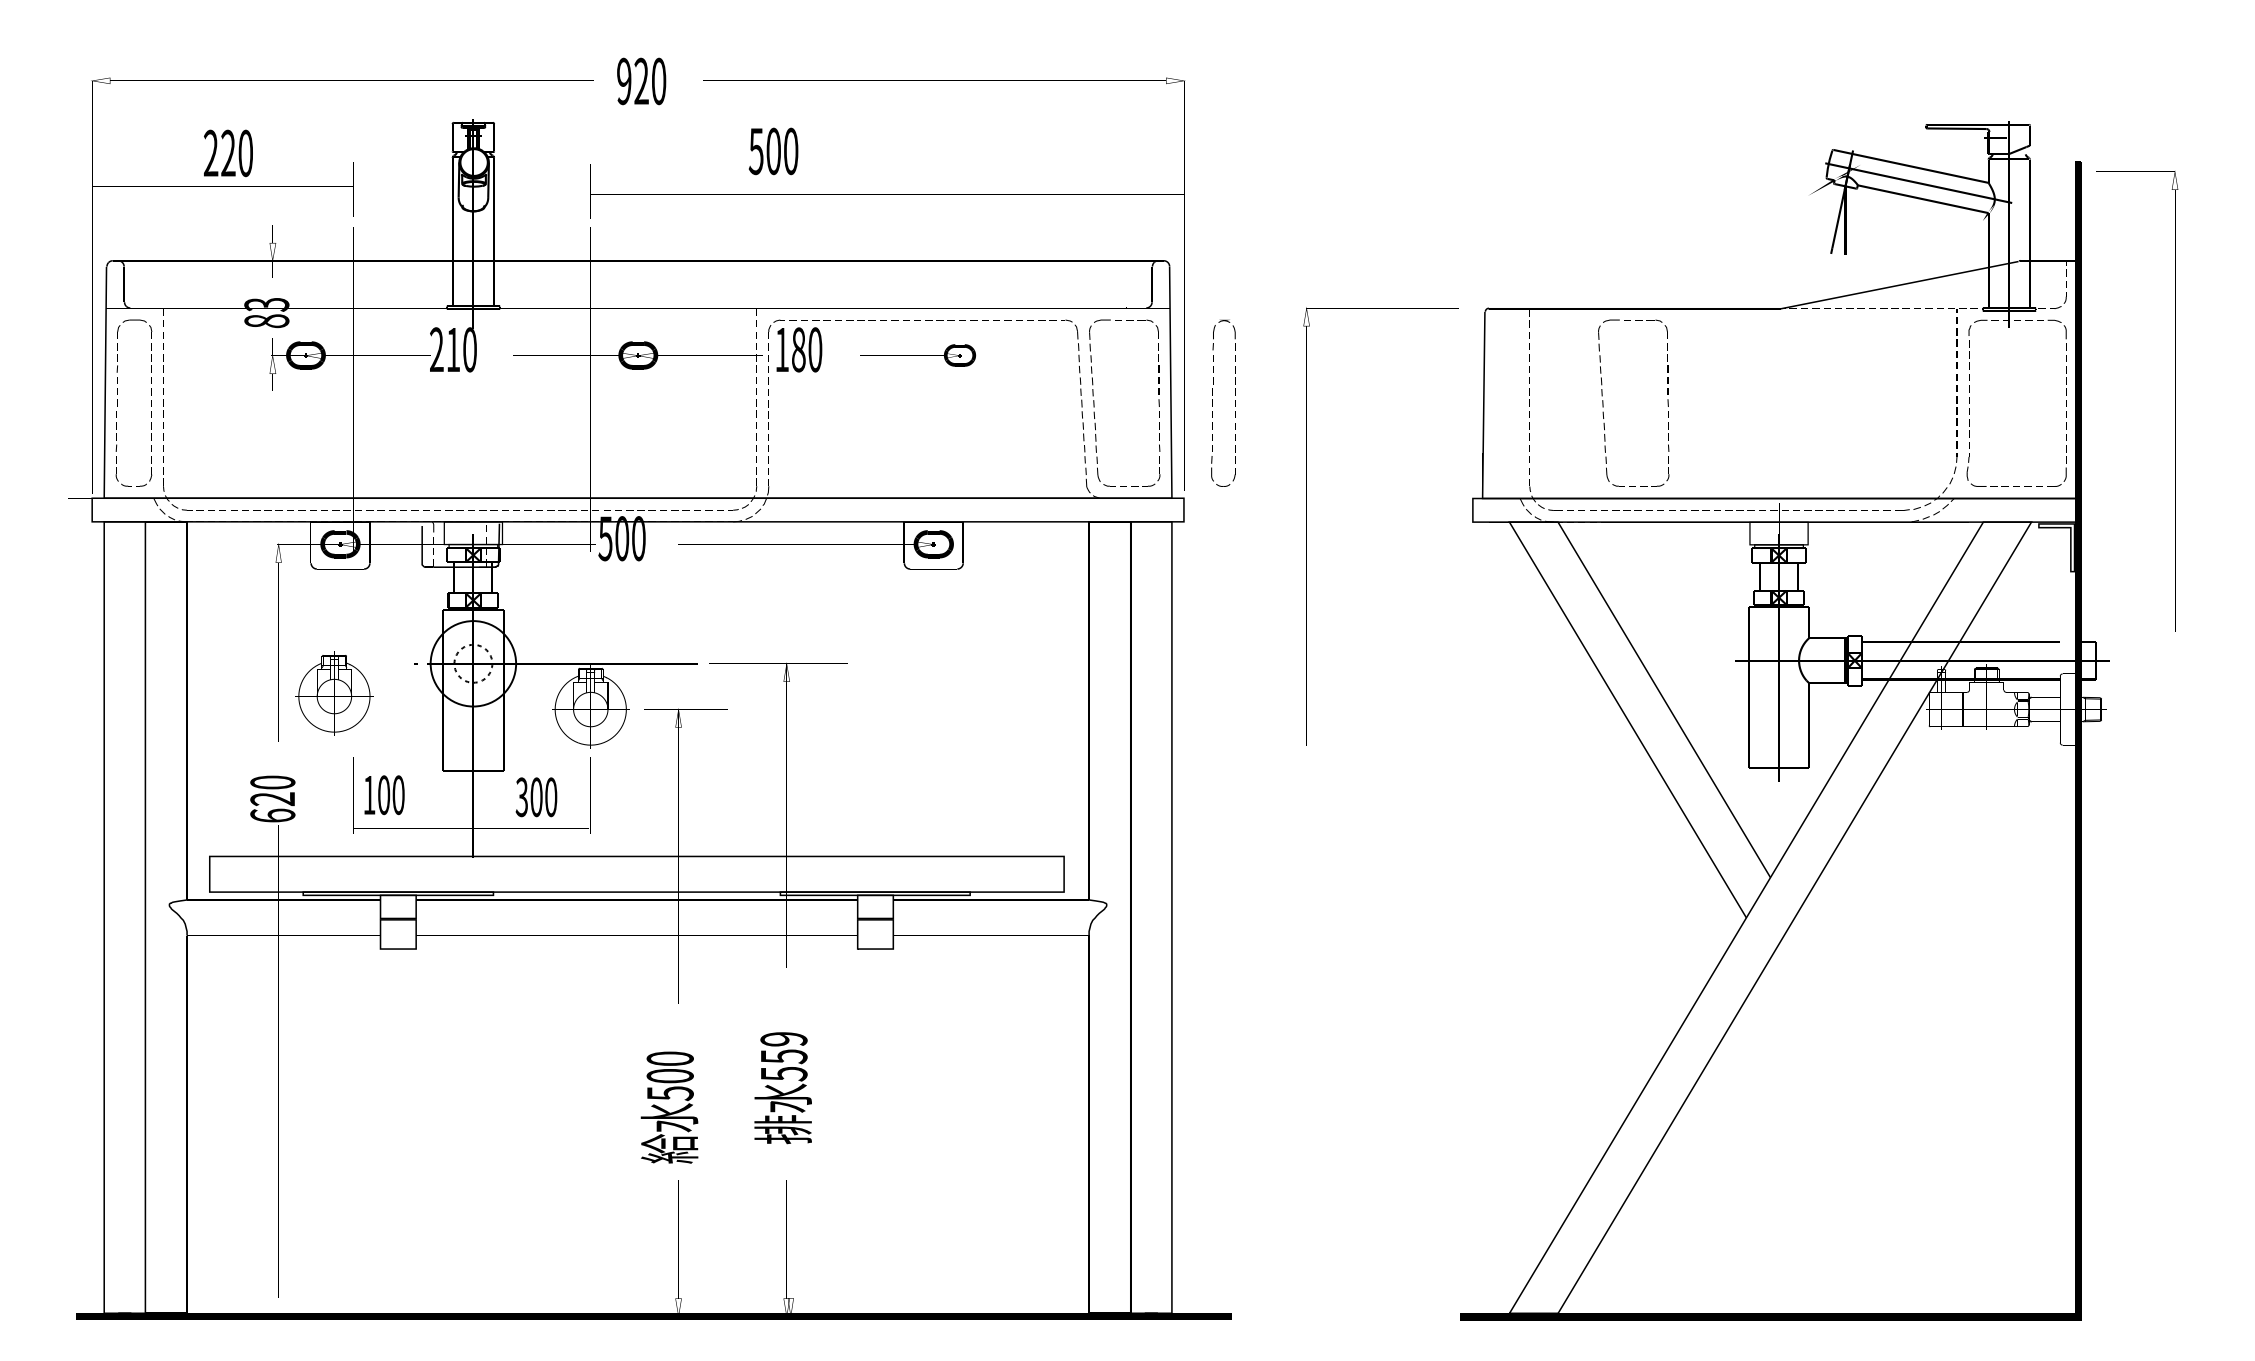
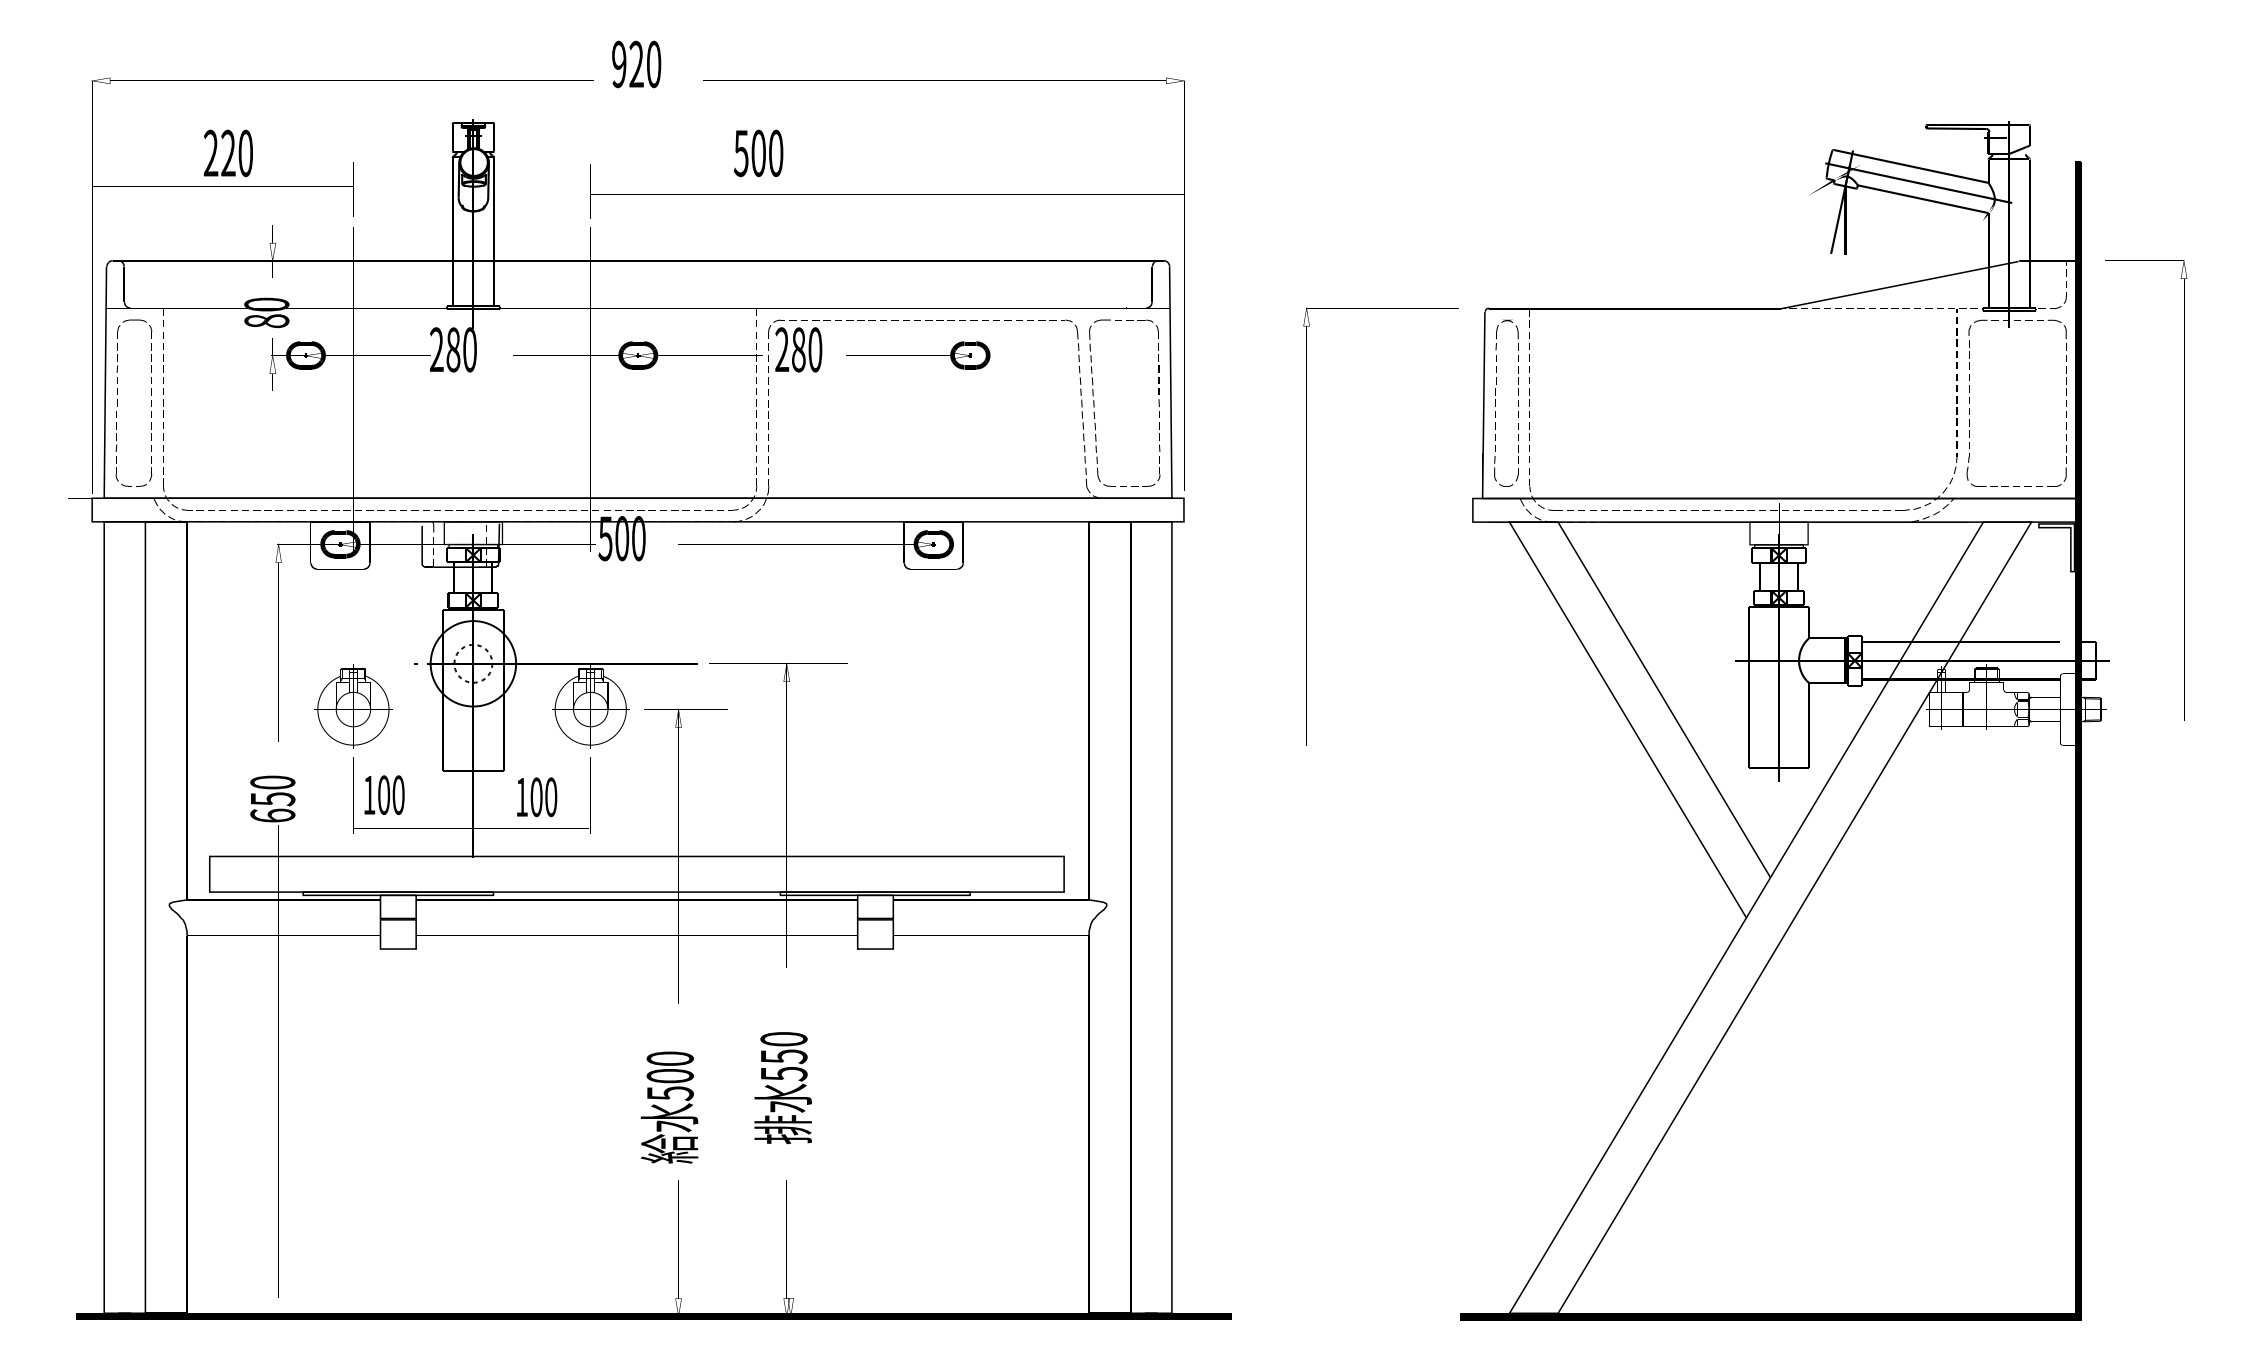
text at (641, 81) position: (641, 81) -> (636, 64)
text at (773, 151) position: (773, 151) -> (758, 153)
text at (266, 304): 83 -> 80
text at (453, 349): 210 -> 280
text at (782, 349): 180 -> 280
part at (918, 355) size: 117x23 px -> 145x29 px
part at (2175, 401) position: (2175, 401) -> (2184, 490)
part at (1212, 402) position: (1212, 402) -> (1495, 402)
part at (1603, 402): present -> none
part at (334, 693) position: (334, 693) -> (353, 706)
text at (521, 797): 300 -> 100
text at (272, 799): 620 -> 650
text at (783, 1039): 559 -> 550
